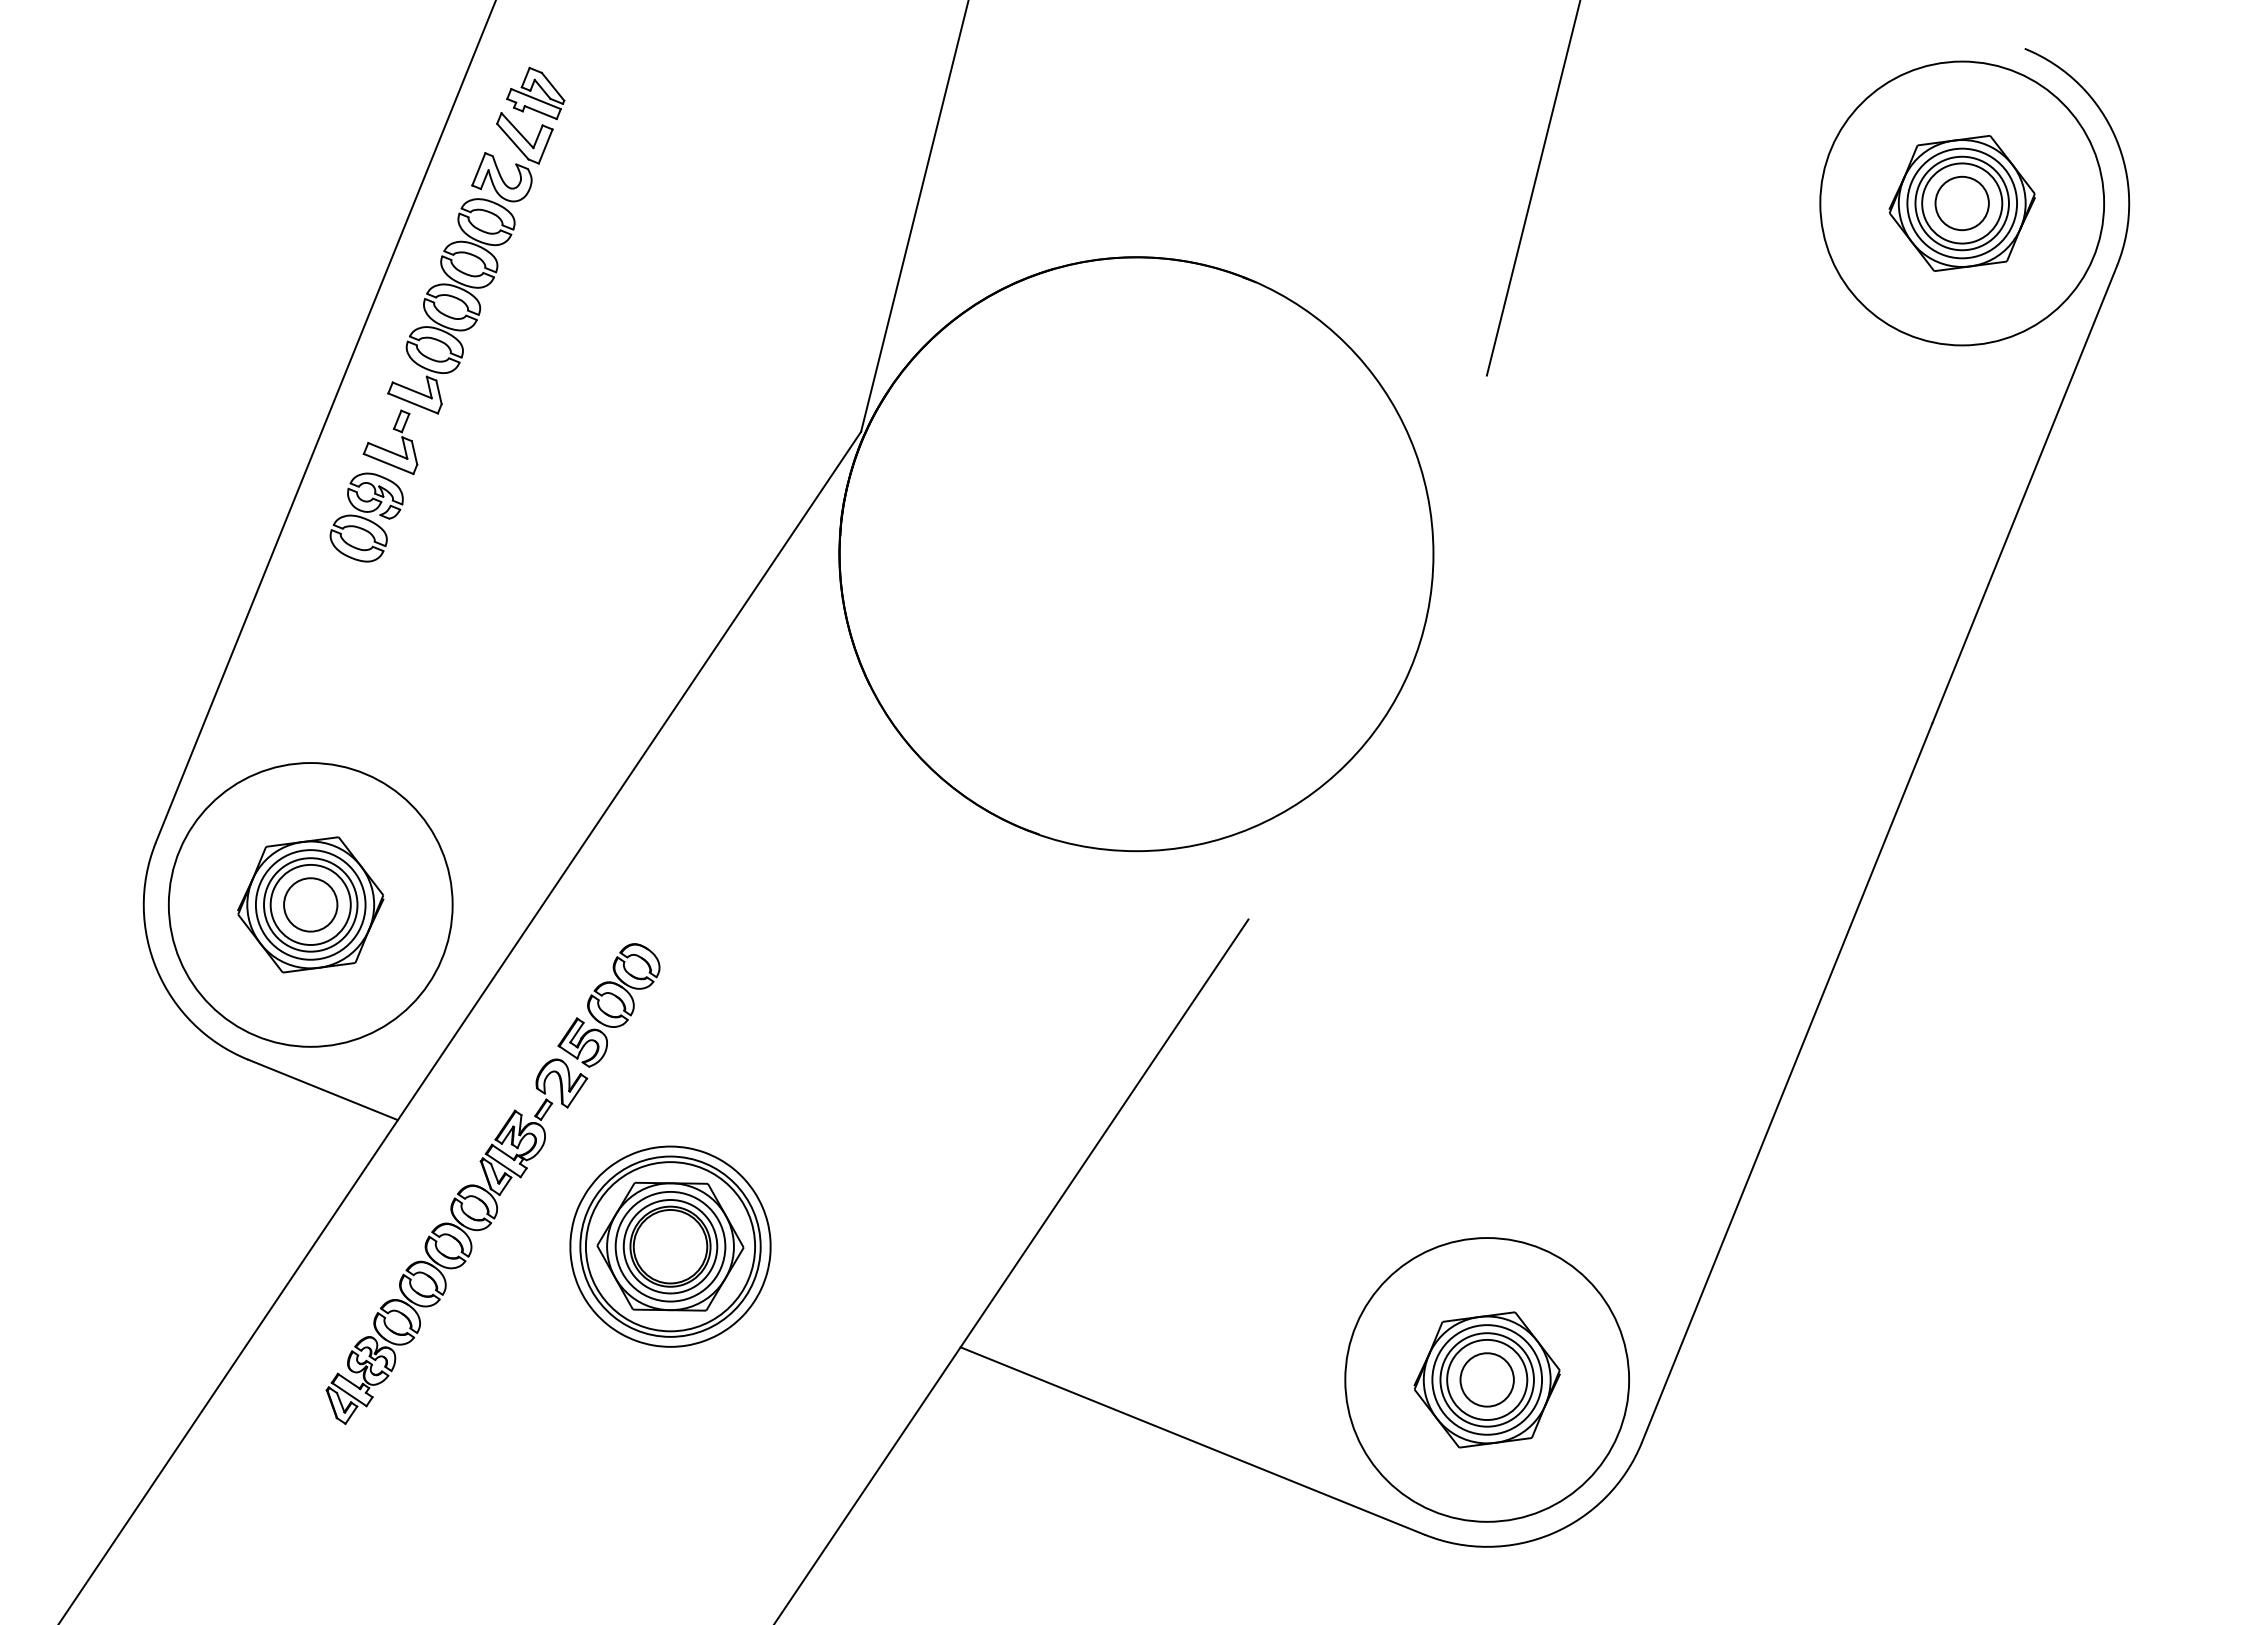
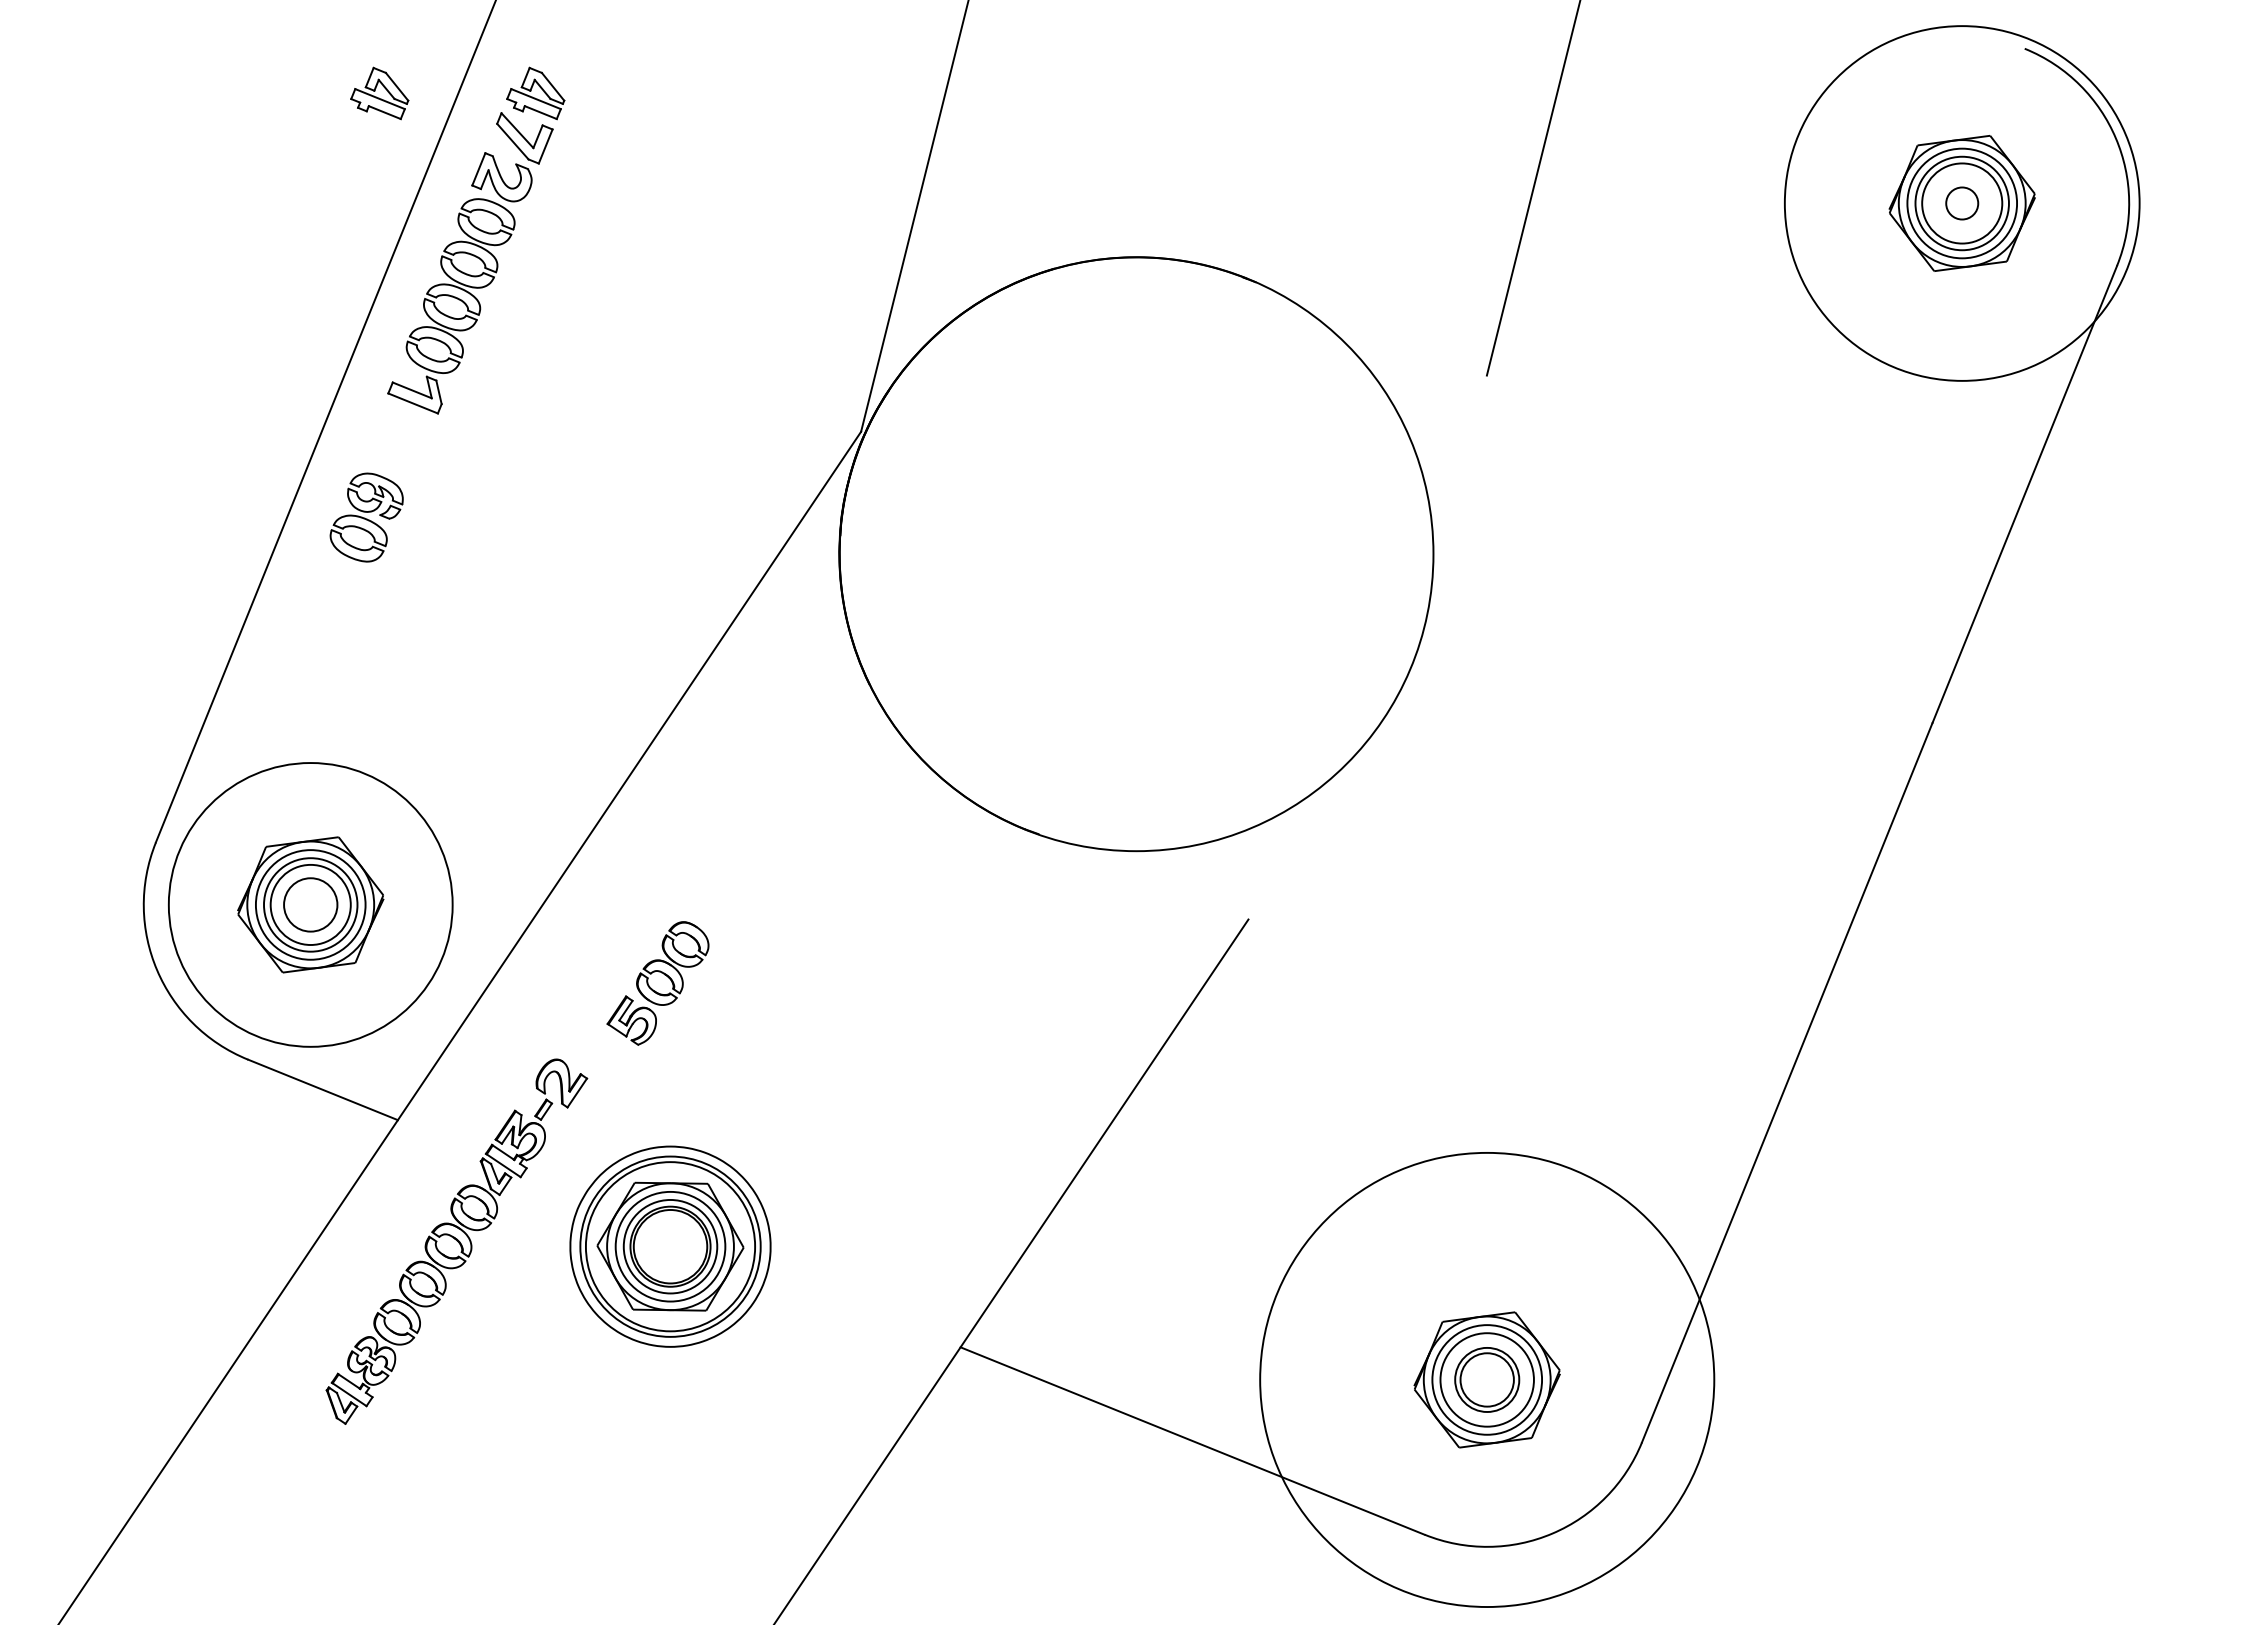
part at (379, 93): none -> present
circle at (1961, 203) diameter: 53 px -> 32 px
circle at (1962, 203) diameter: 284 px -> 355 px
part at (387, 449): present -> none
part at (603, 1010) position: (603, 1010) -> (652, 988)
circle at (1487, 1379) diameter: 284 px -> 454 px
circle at (1487, 1379) diameter: 80 px -> 64 px
